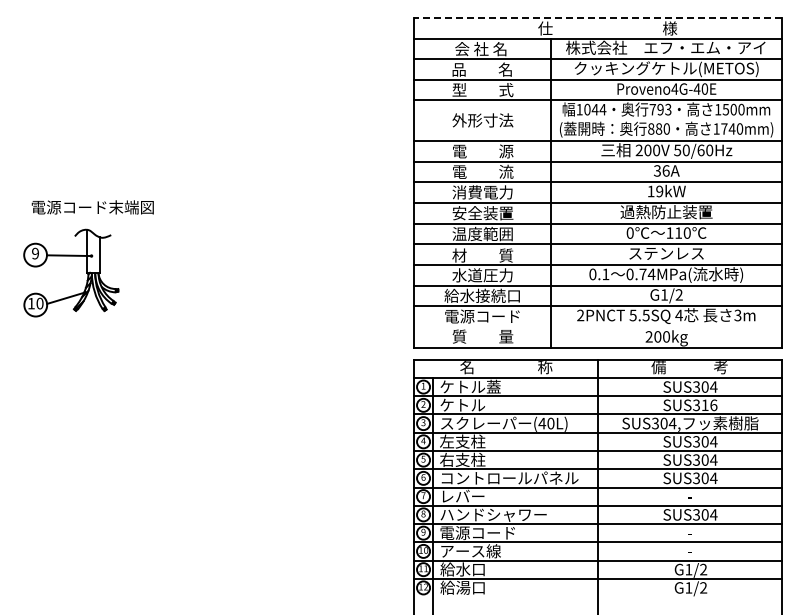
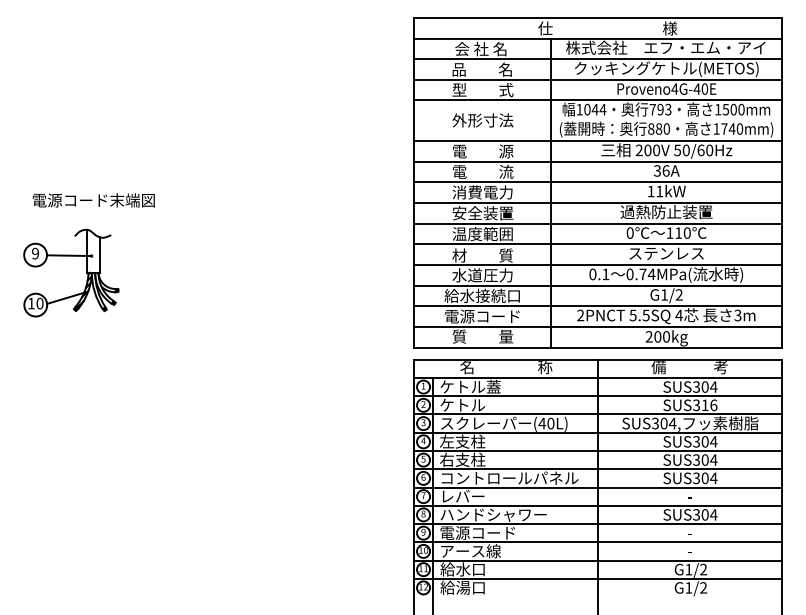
line at (598, 18): dashed -> solid
text at (659, 191): 19kW -> 11kW
text at (92, 207) position: (92, 207) -> (93, 200)
line at (597, 326): none -> present
